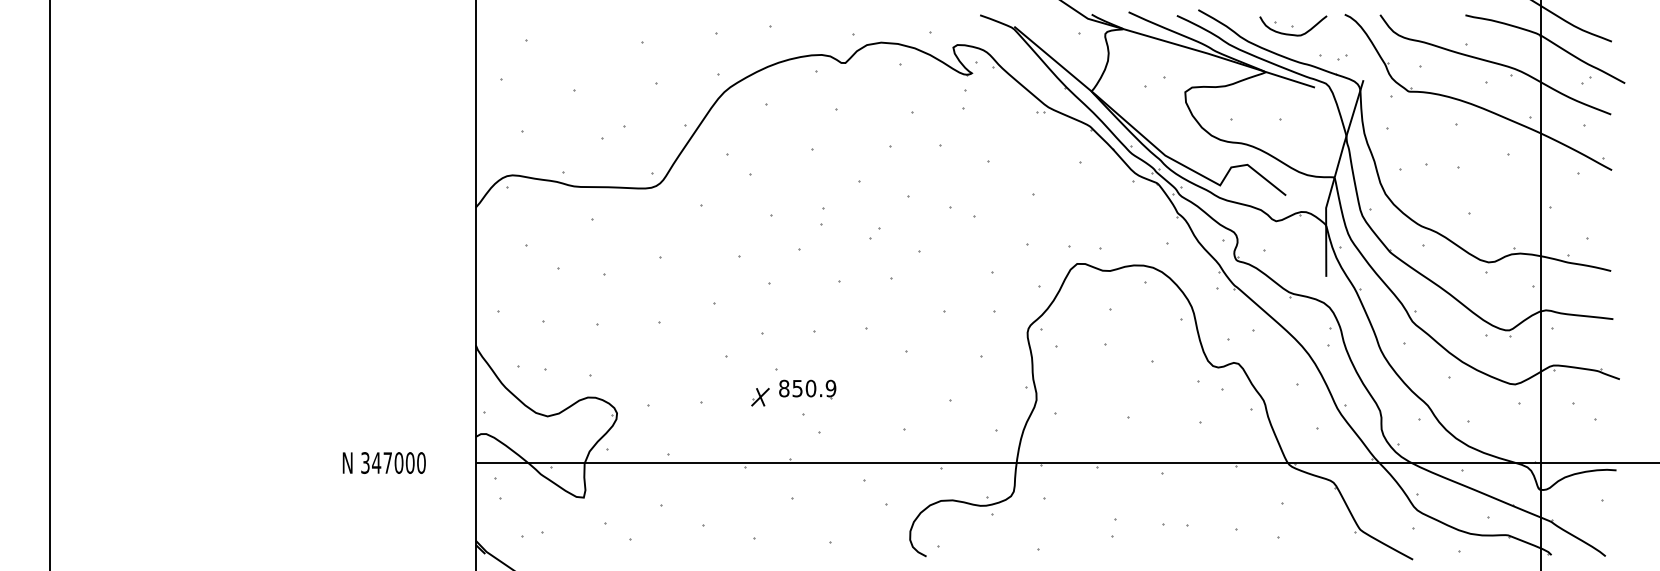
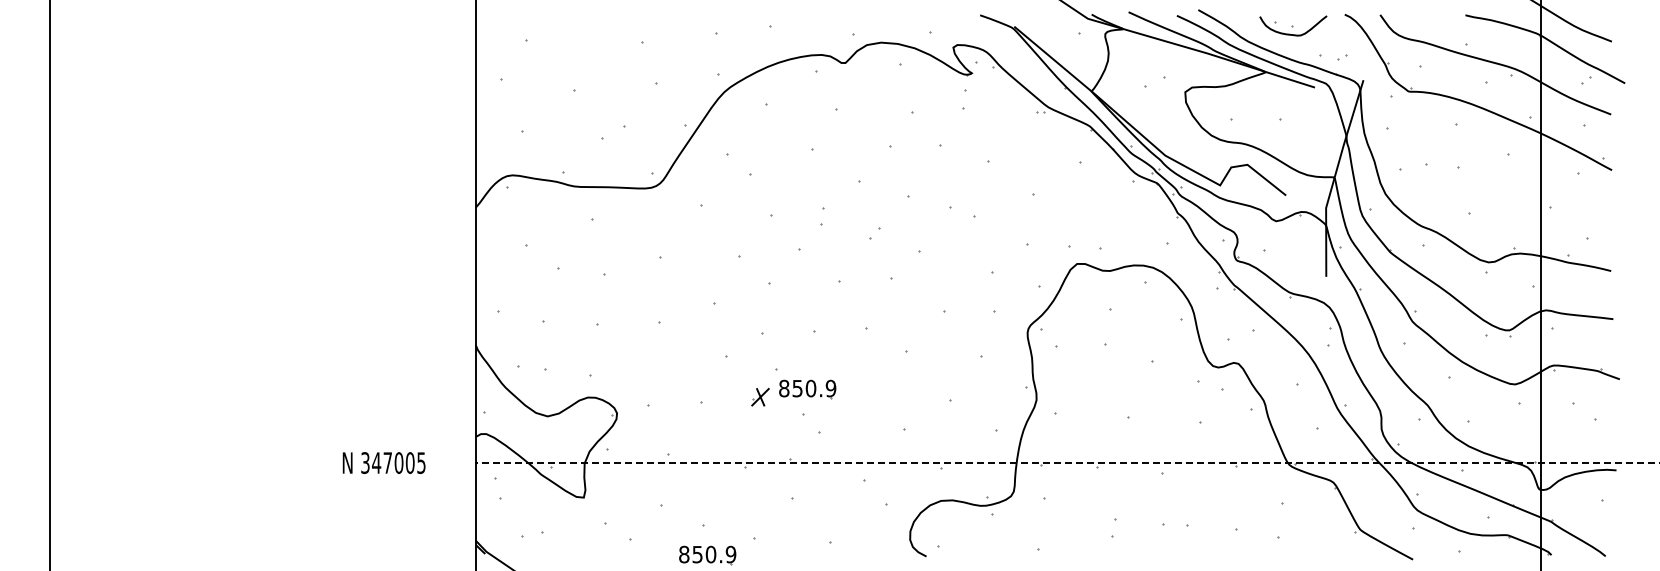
text at (421, 463): 347000 -> 347005
line at (1067, 463): solid -> dashed
part at (707, 555): none -> present
